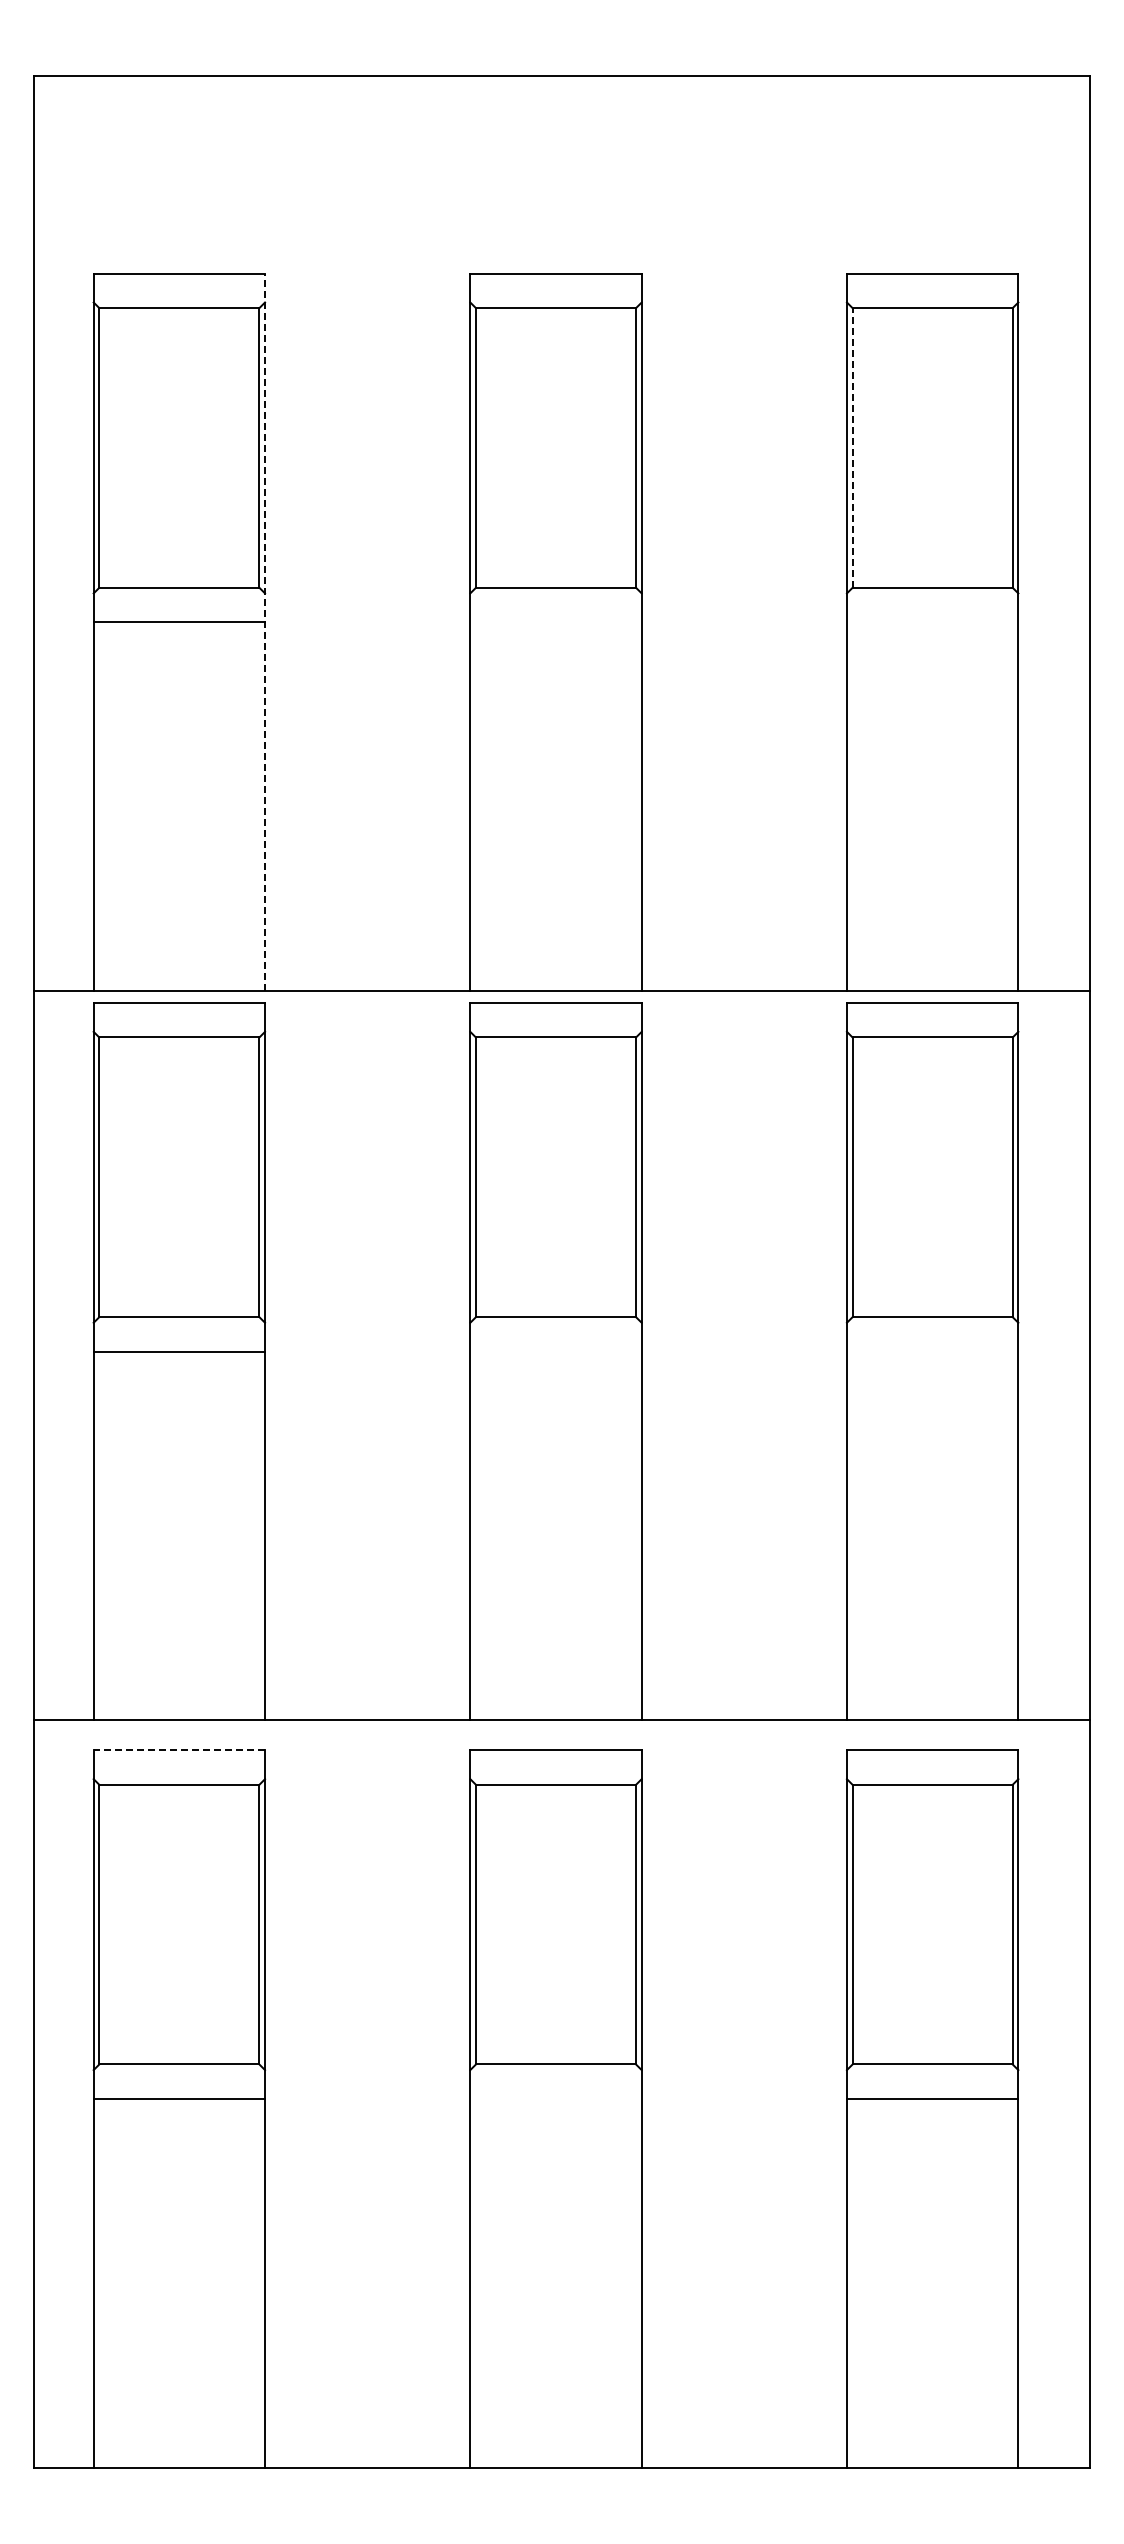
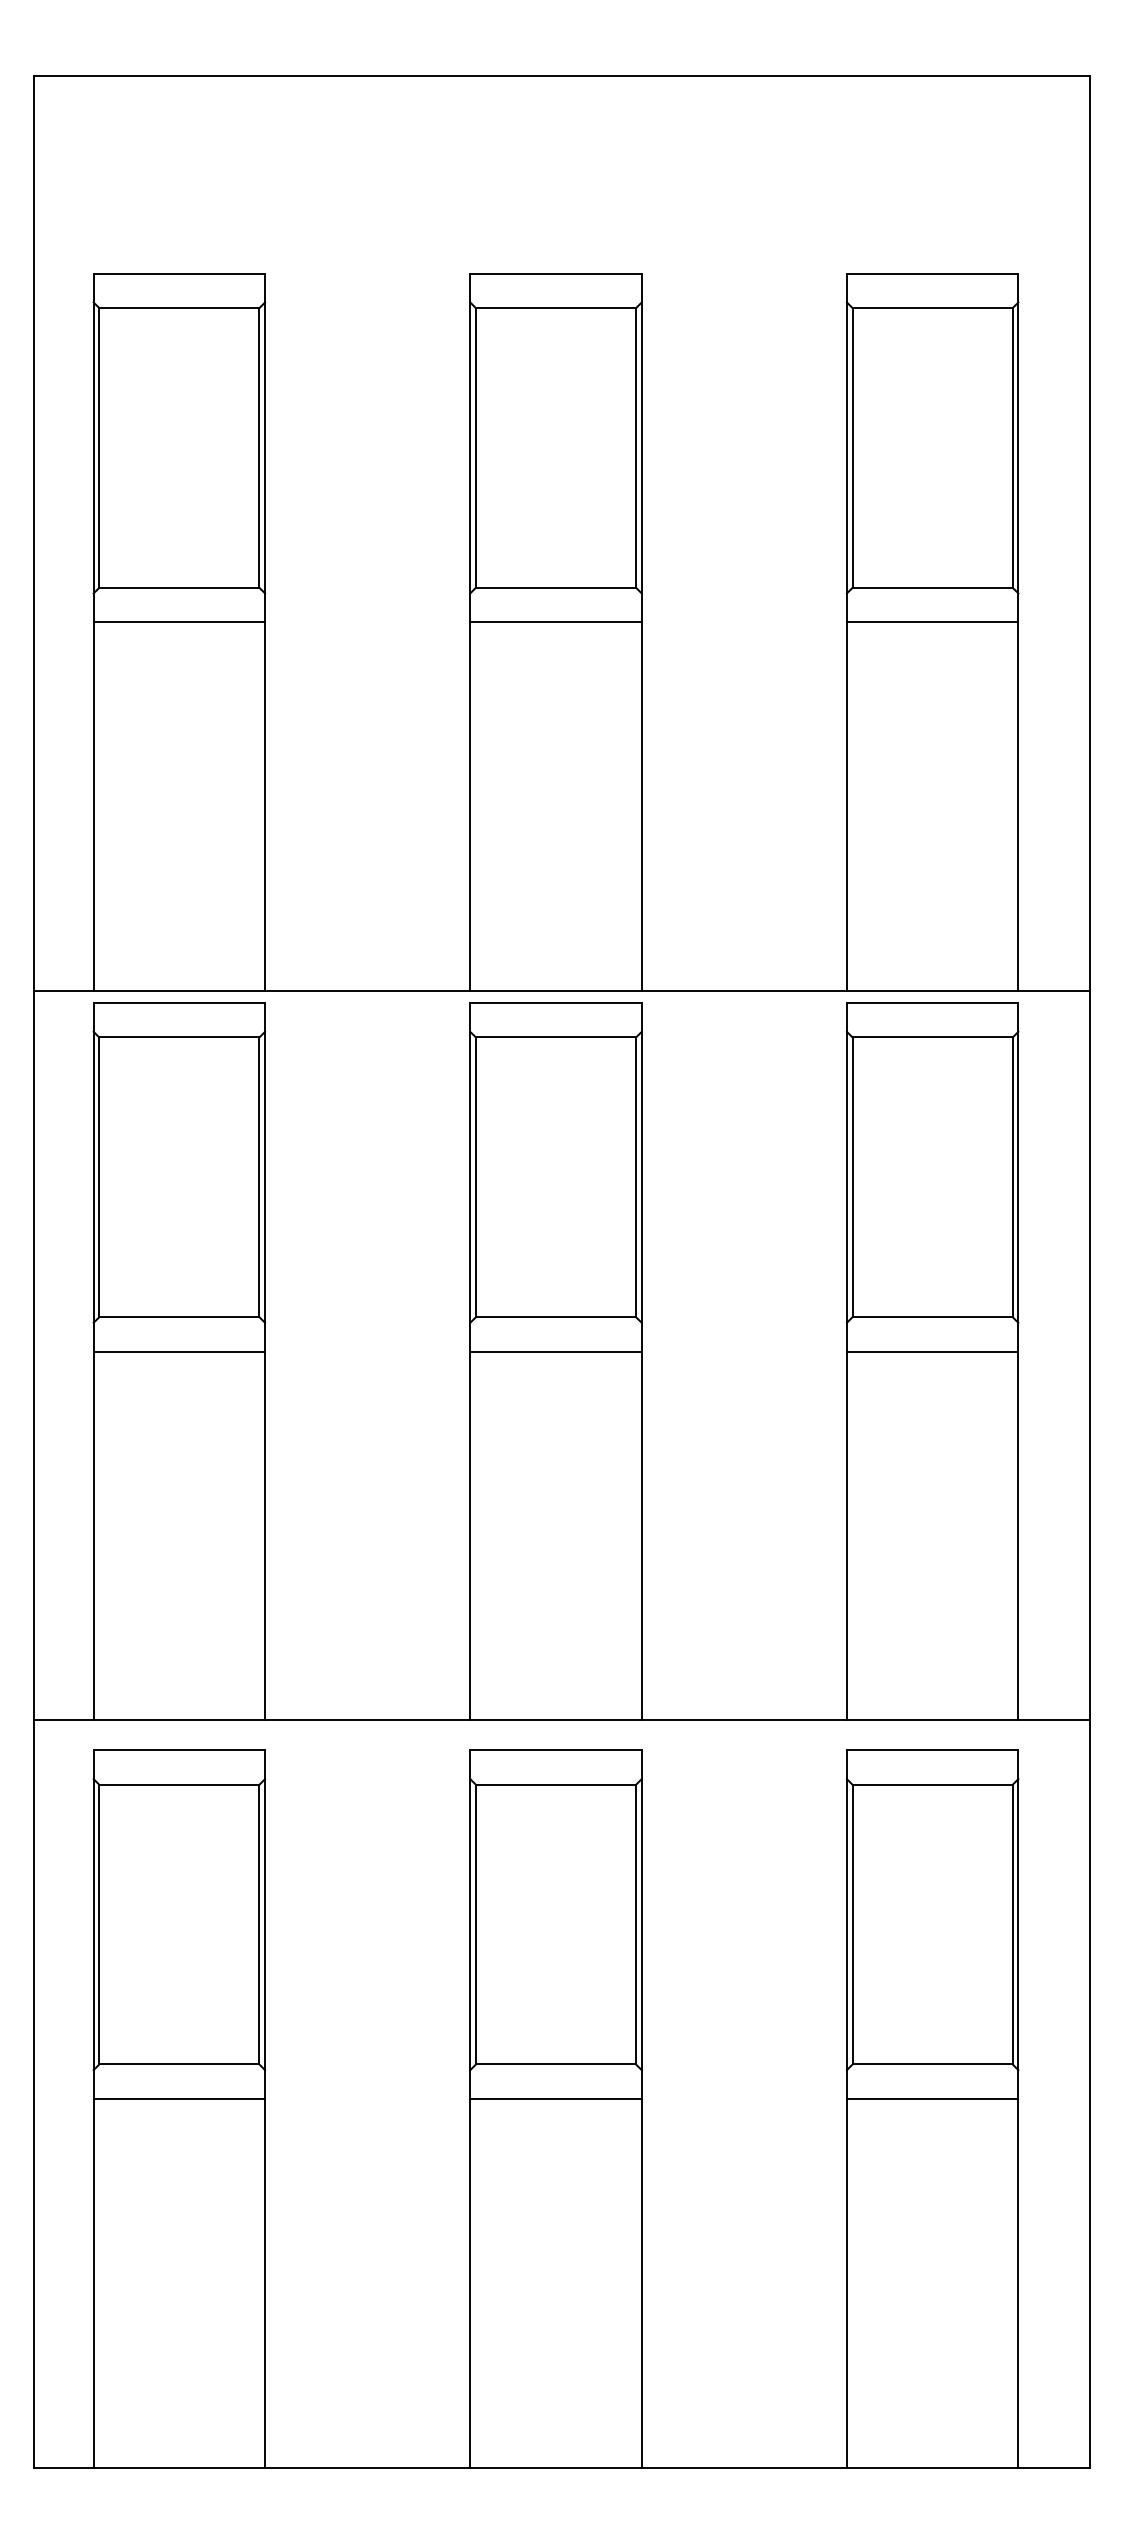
line at (852, 447): dashed -> solid
line at (555, 622): none -> present
line at (932, 622): none -> present
line at (265, 632): dashed -> solid
line at (555, 1351): none -> present
line at (932, 1351): none -> present
line at (179, 1750): dashed -> solid
line at (555, 2099): none -> present
